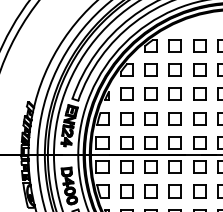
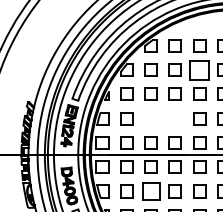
part at (199, 69) size: 14x14 px -> 21x21 px
part at (150, 118): present -> none
part at (174, 118): present -> none
part at (150, 191) size: 14x15 px -> 19x19 px
